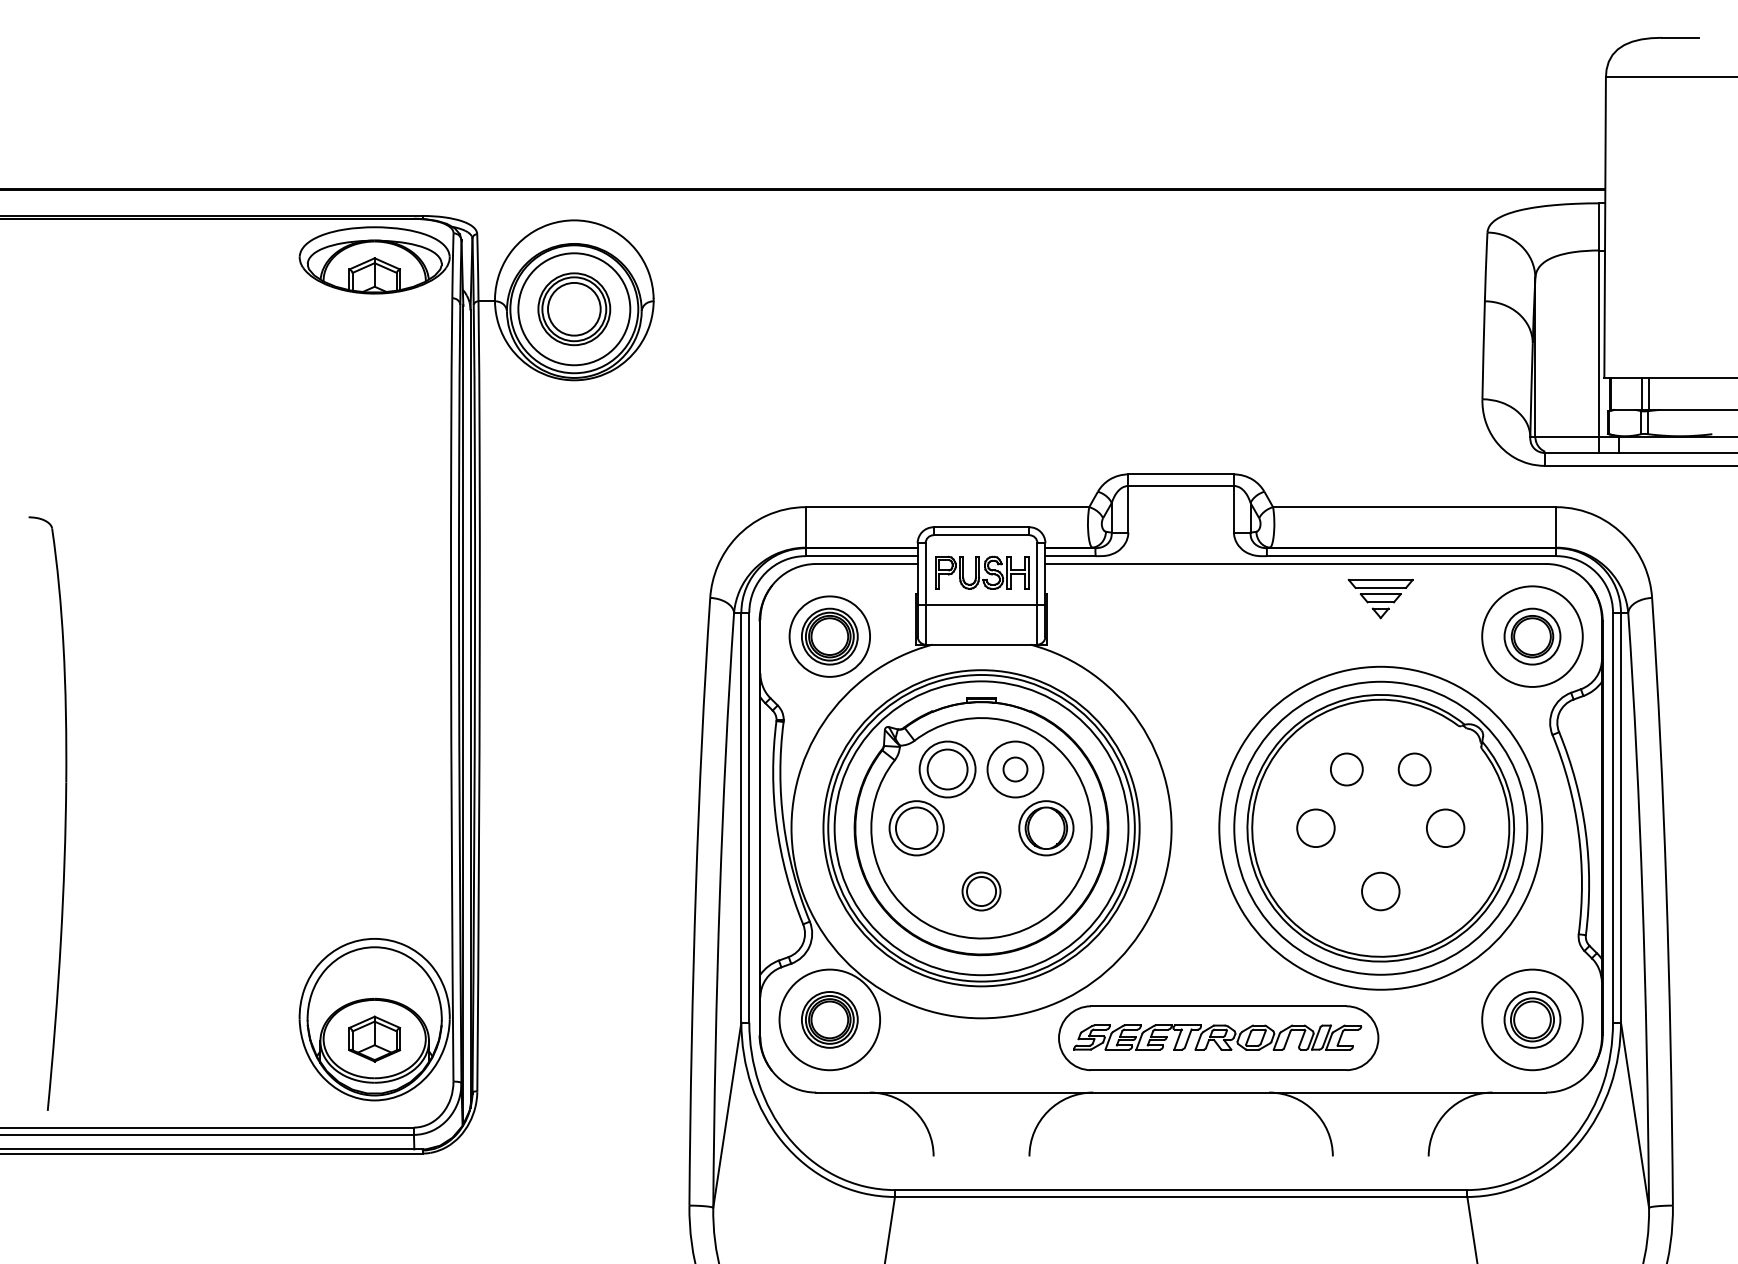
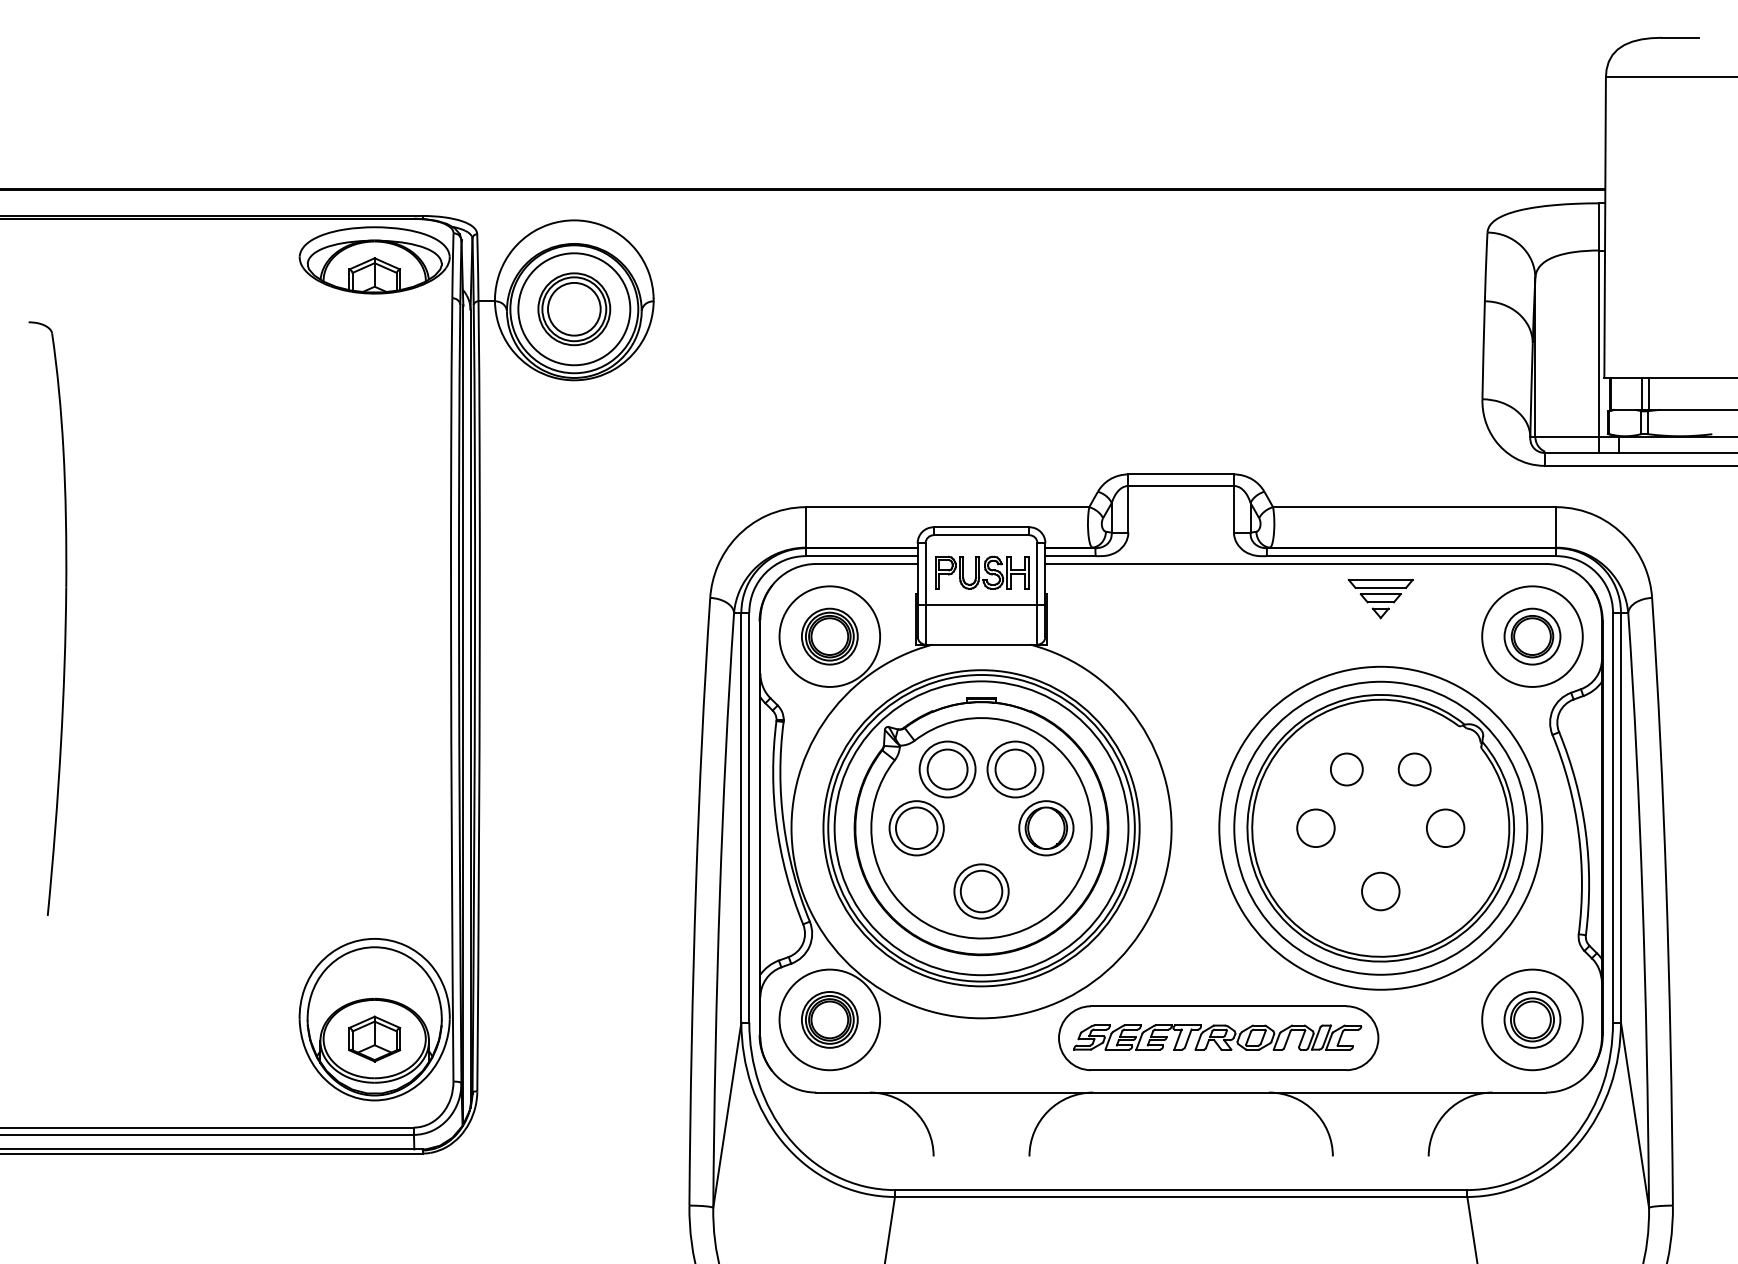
circle at (829, 636) diameter: 80 px -> 101 px
circle at (1015, 769) diameter: 24 px -> 40 px
part at (64, 813) position: (64, 813) -> (64, 618)
part at (981, 891) size: 41x41 px -> 57x57 px
